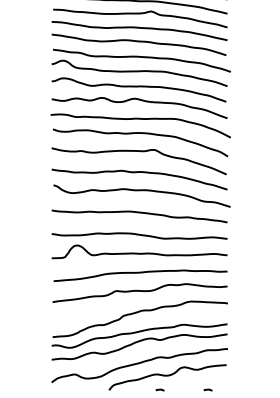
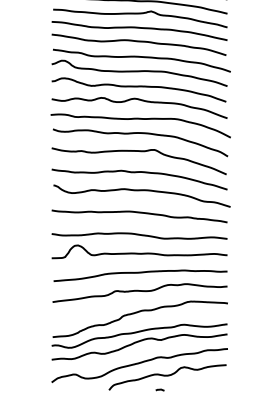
line at (207, 389): present -> none
